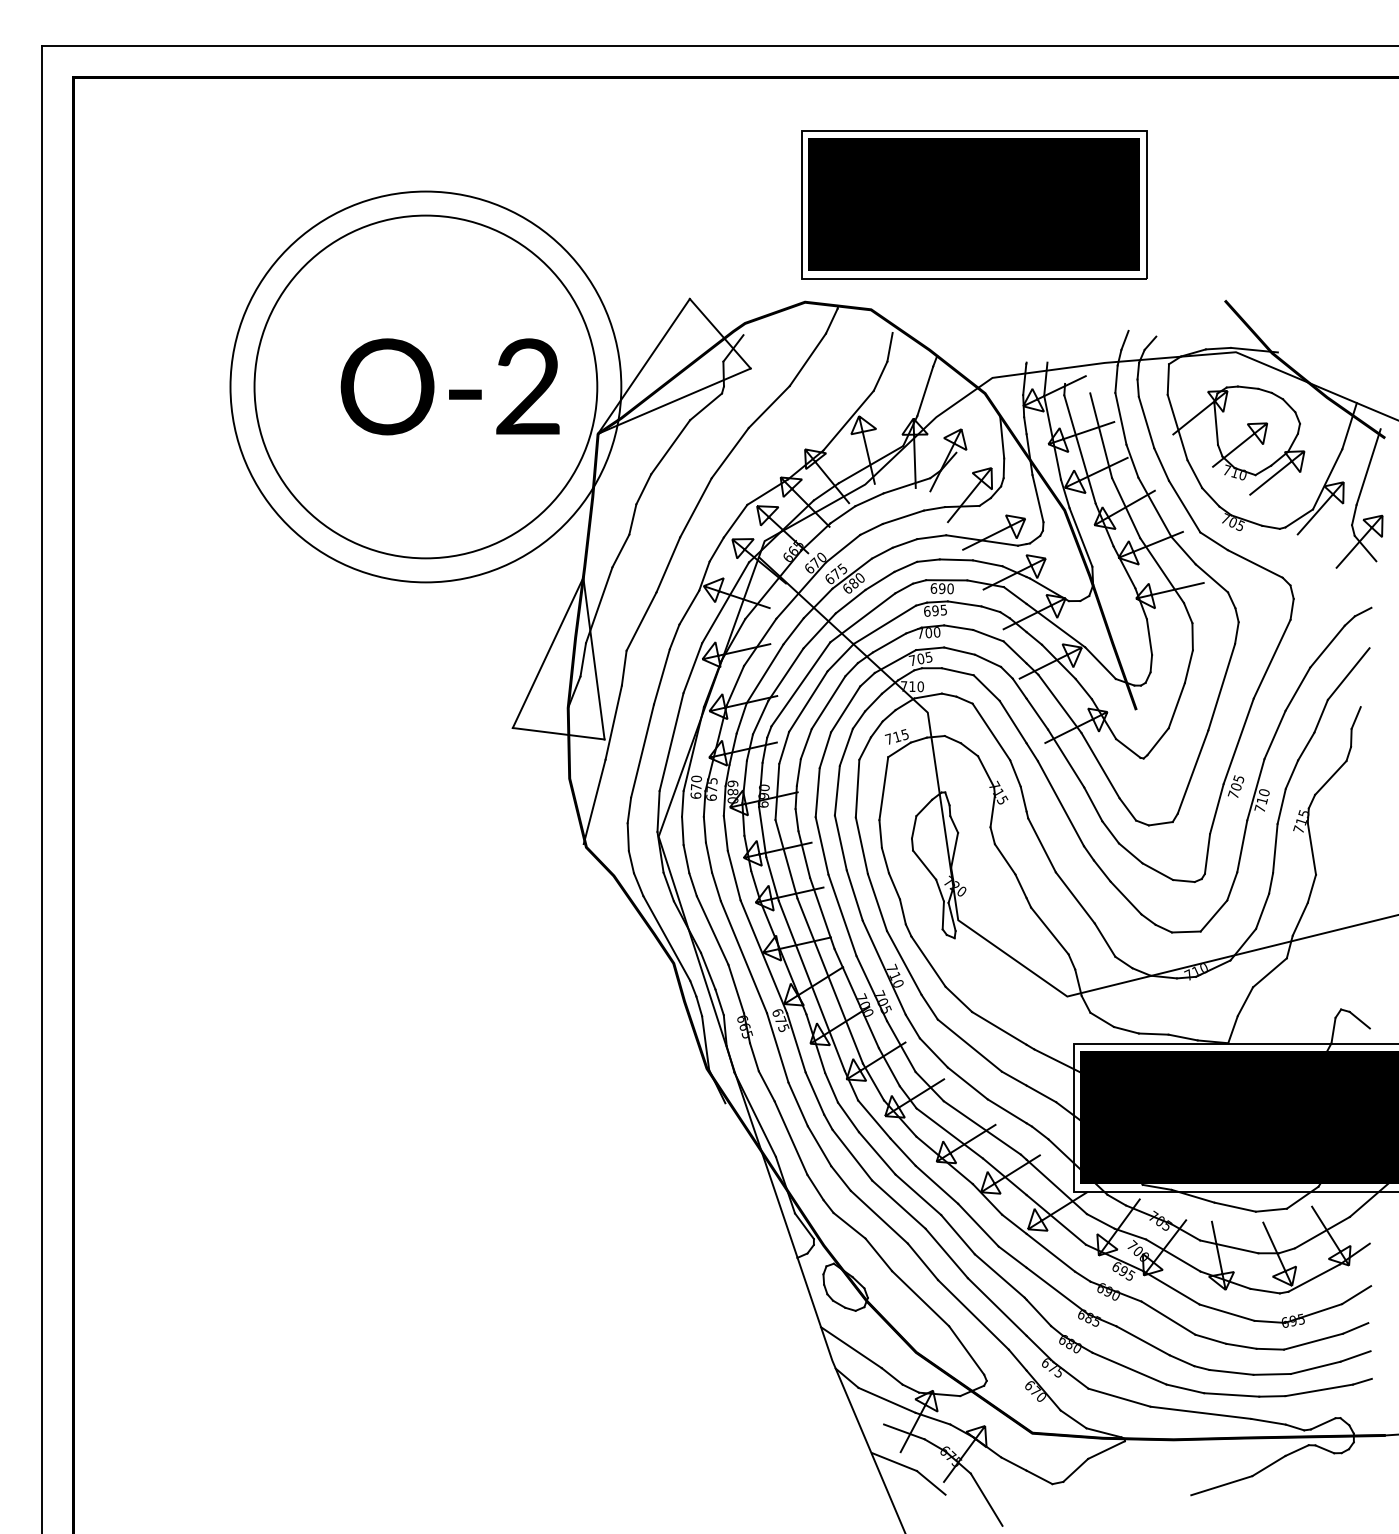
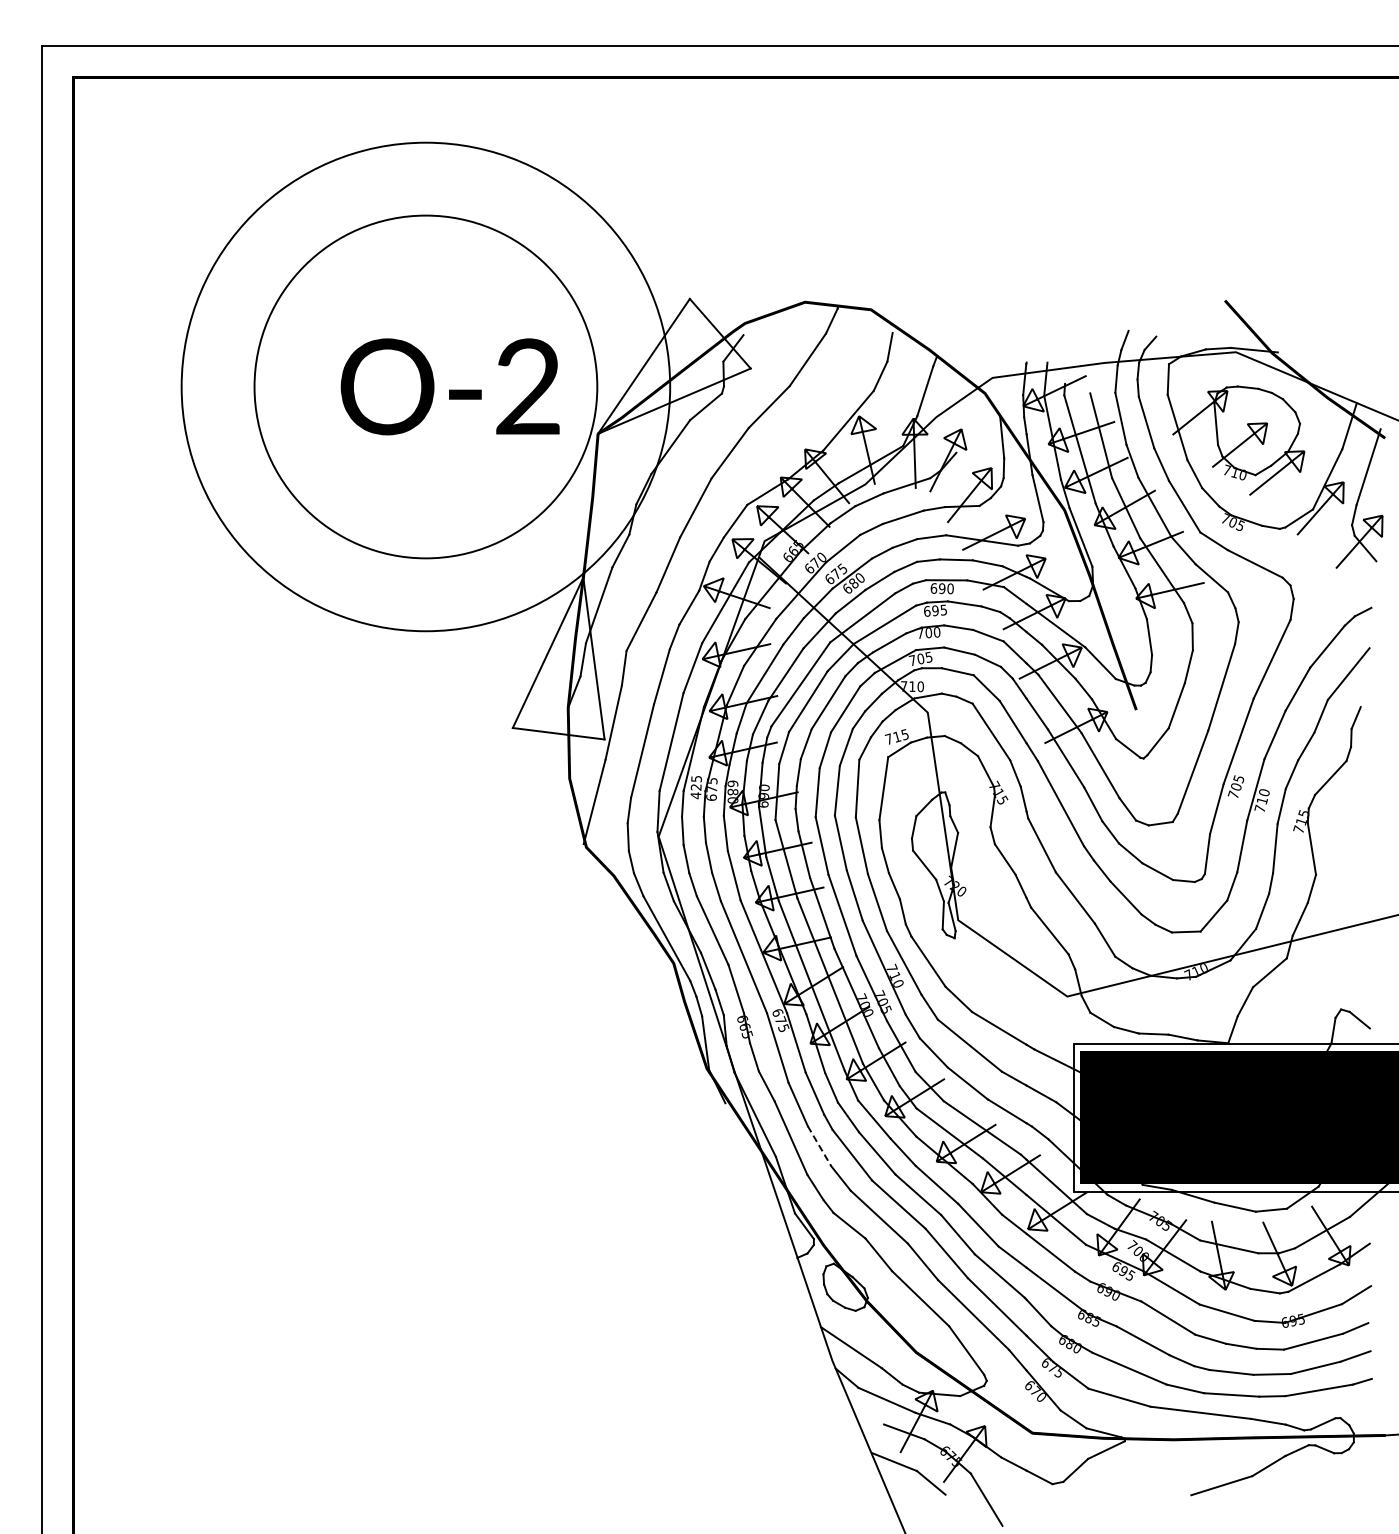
part at (974, 204): present -> none
circle at (425, 386) diameter: 391 px -> 489 px
text at (695, 787): 670 -> 425
line at (819, 1146): solid -> dashed
